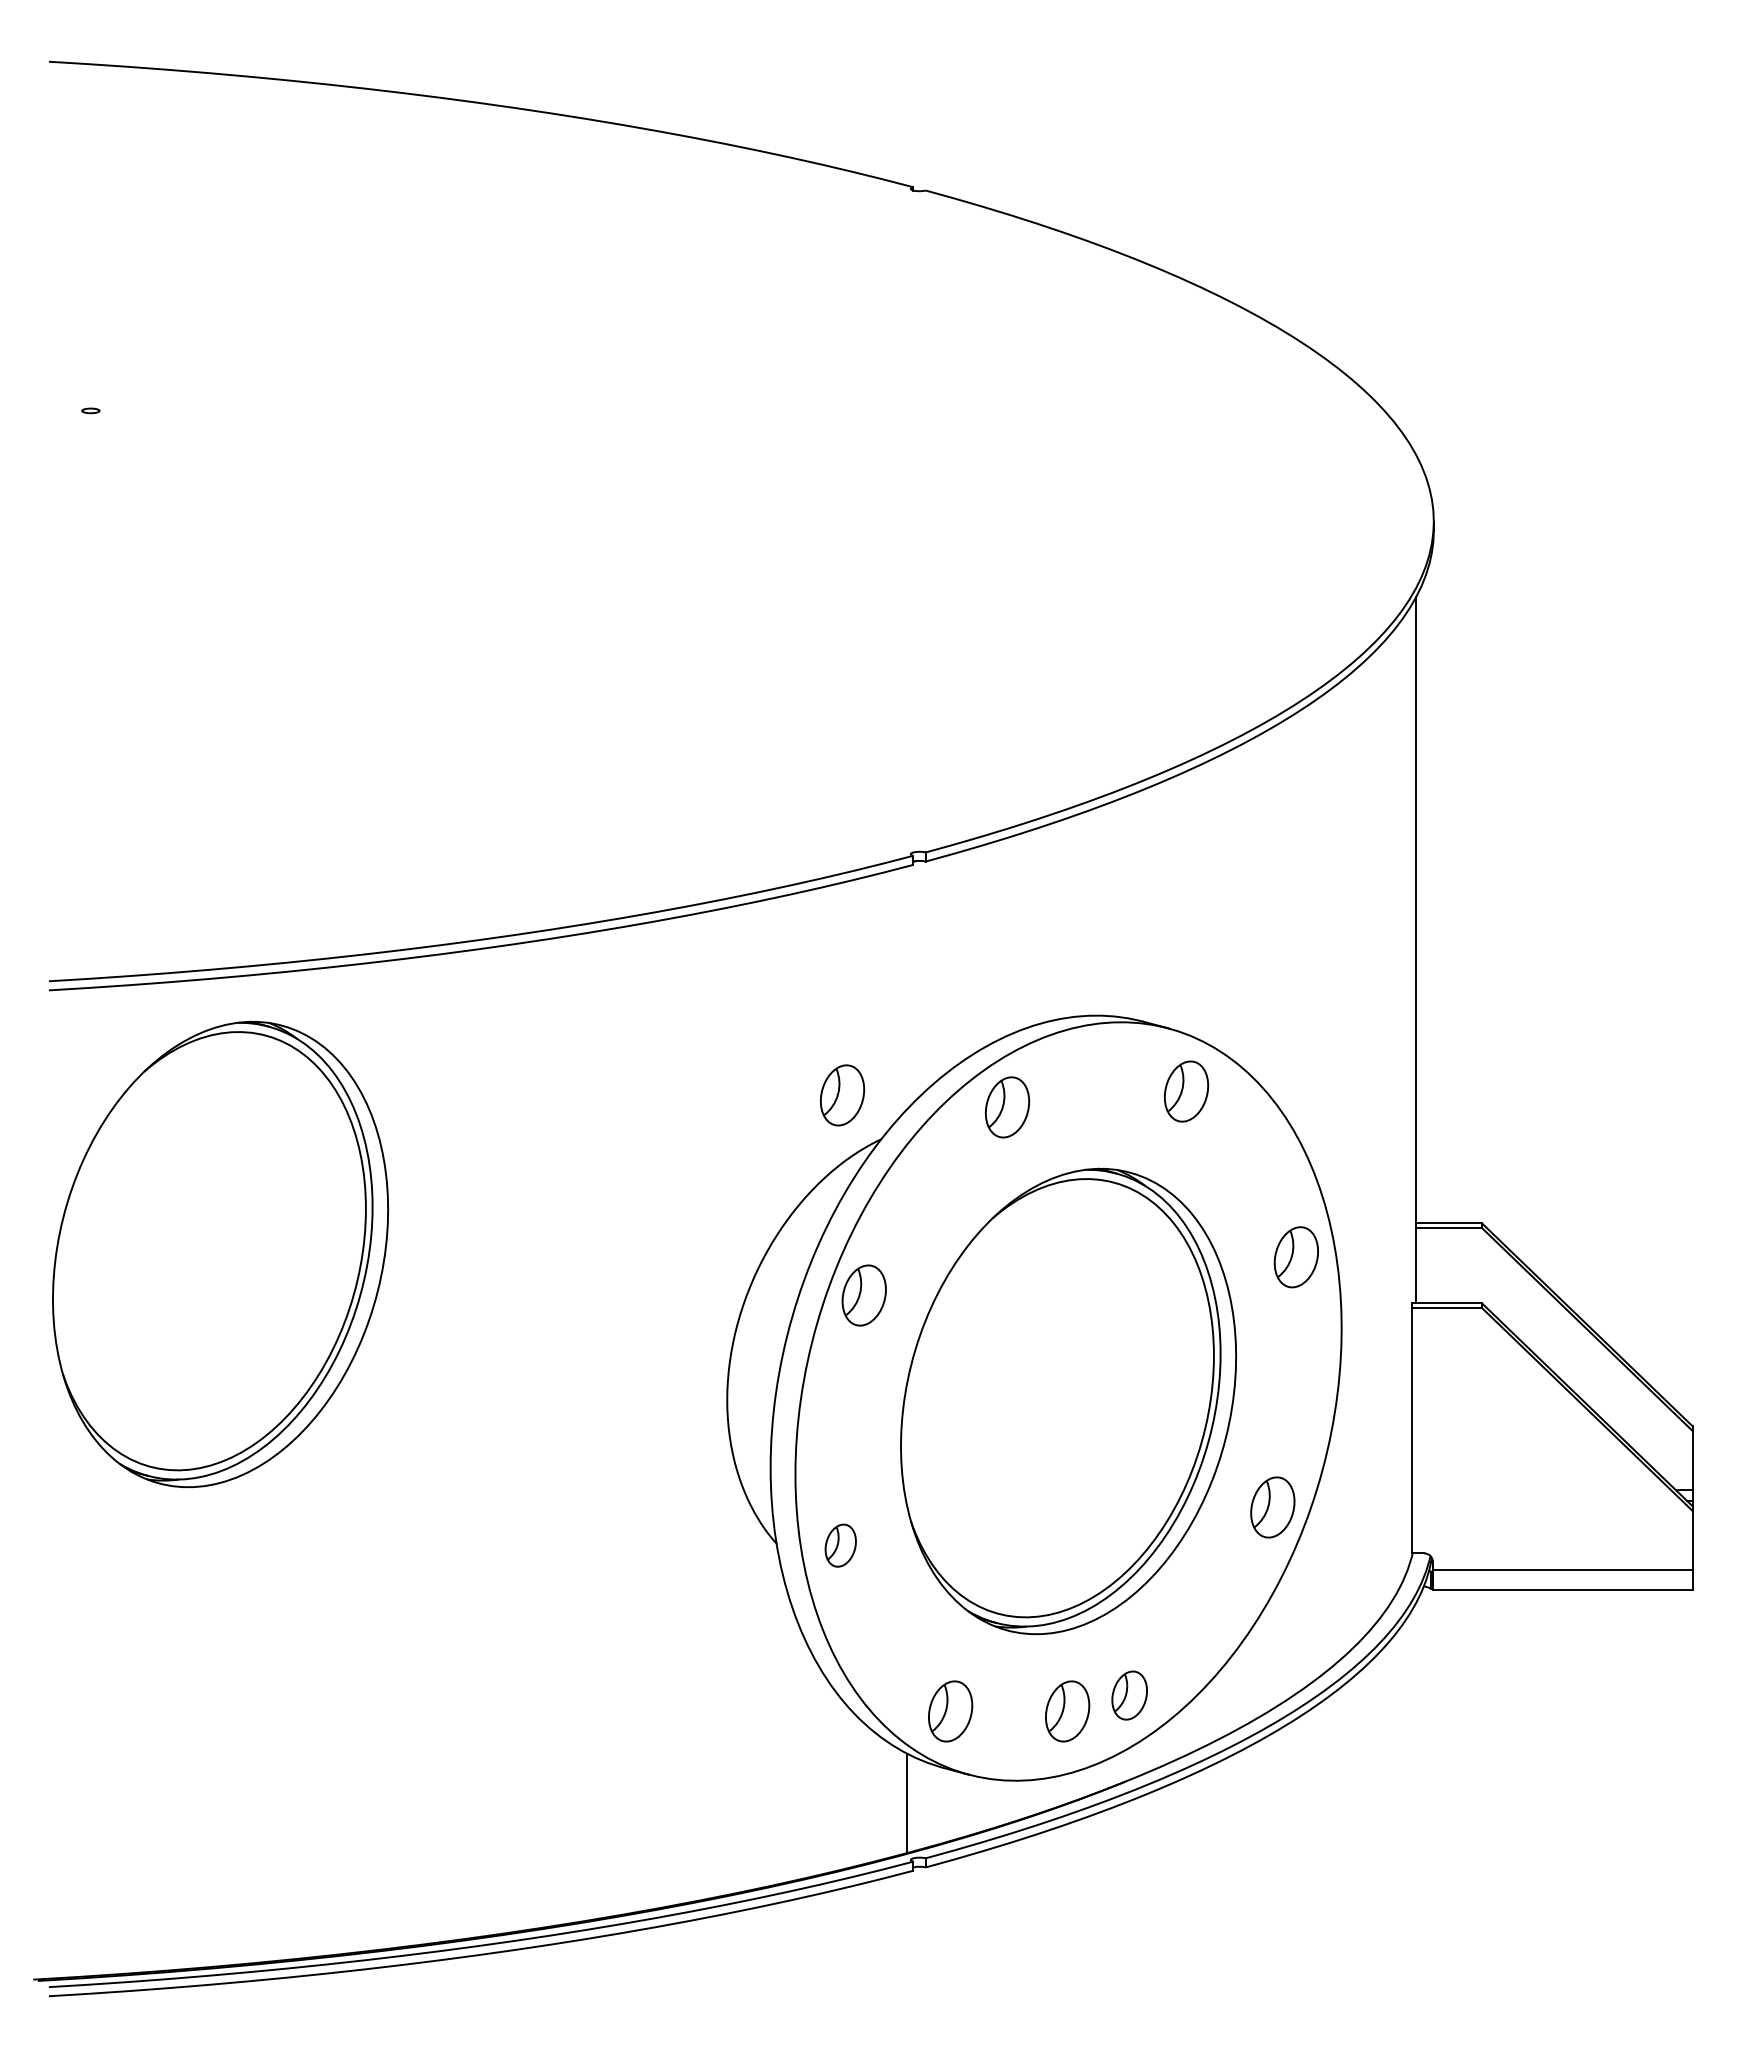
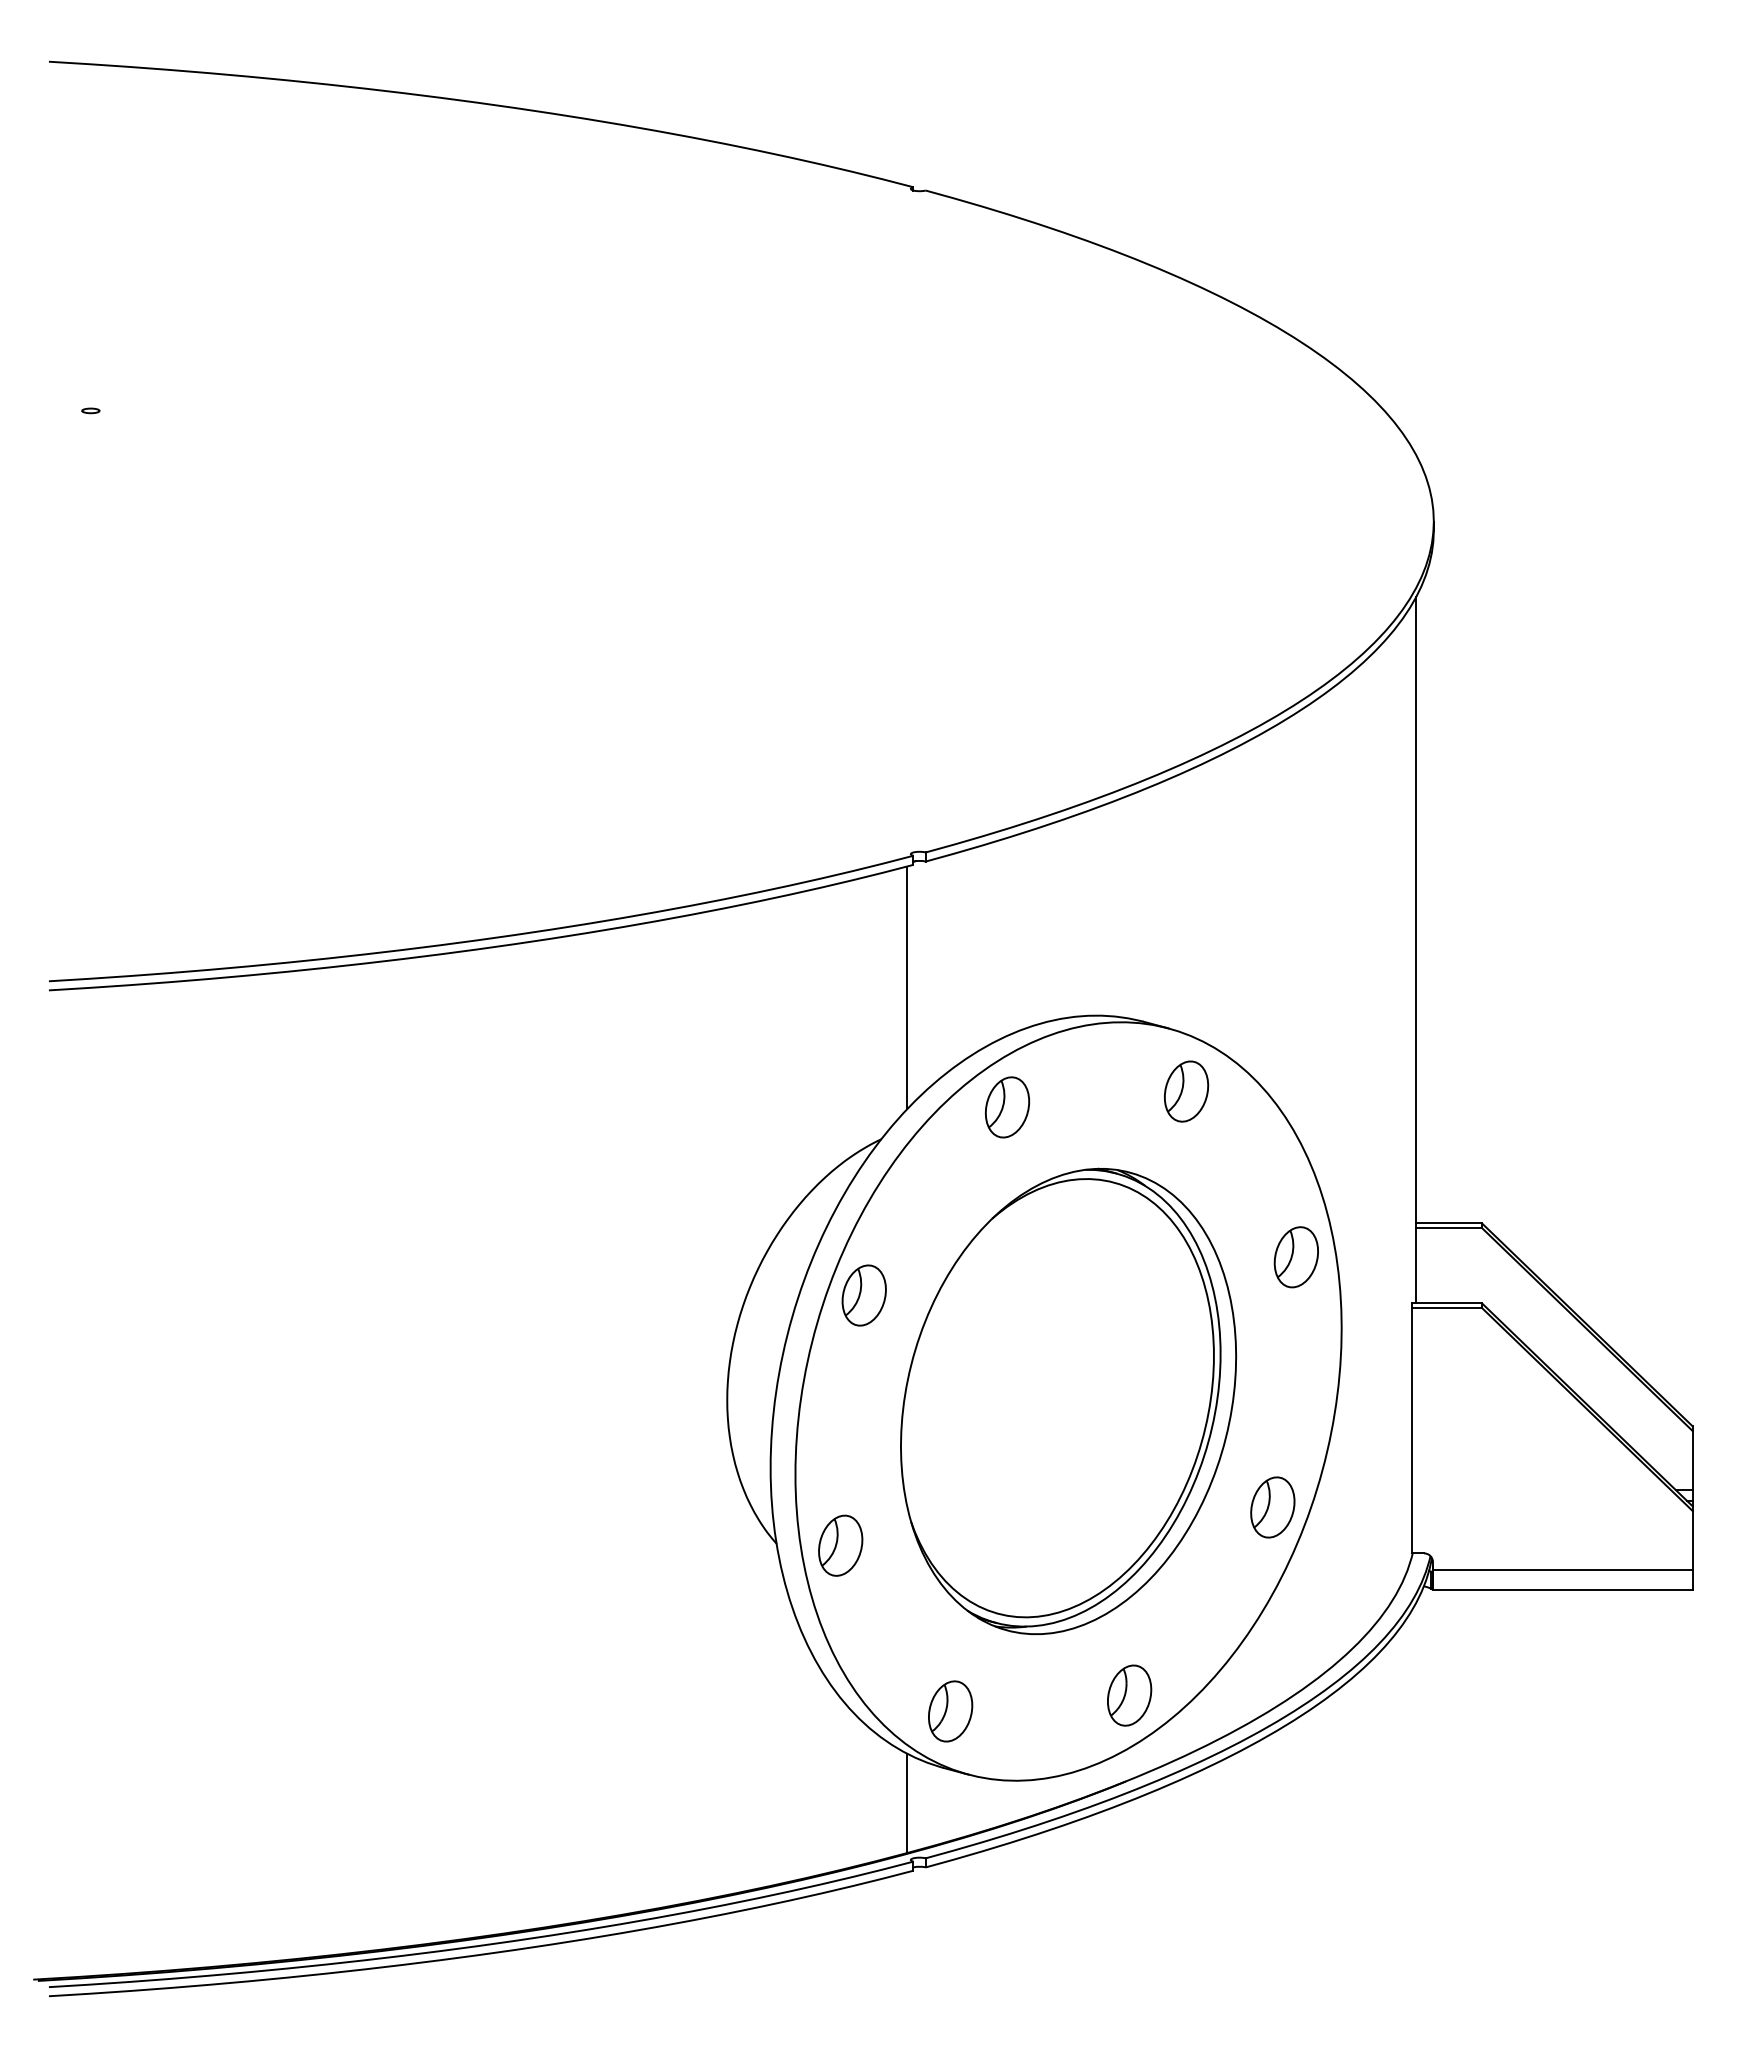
line at (907, 987): none -> present
part at (841, 1095): present -> none
part at (220, 1253): present -> none
part at (840, 1545) size: 33x45 px -> 46x63 px
part at (1129, 1695) size: 37x51 px -> 46x63 px
part at (1067, 1711): present -> none
